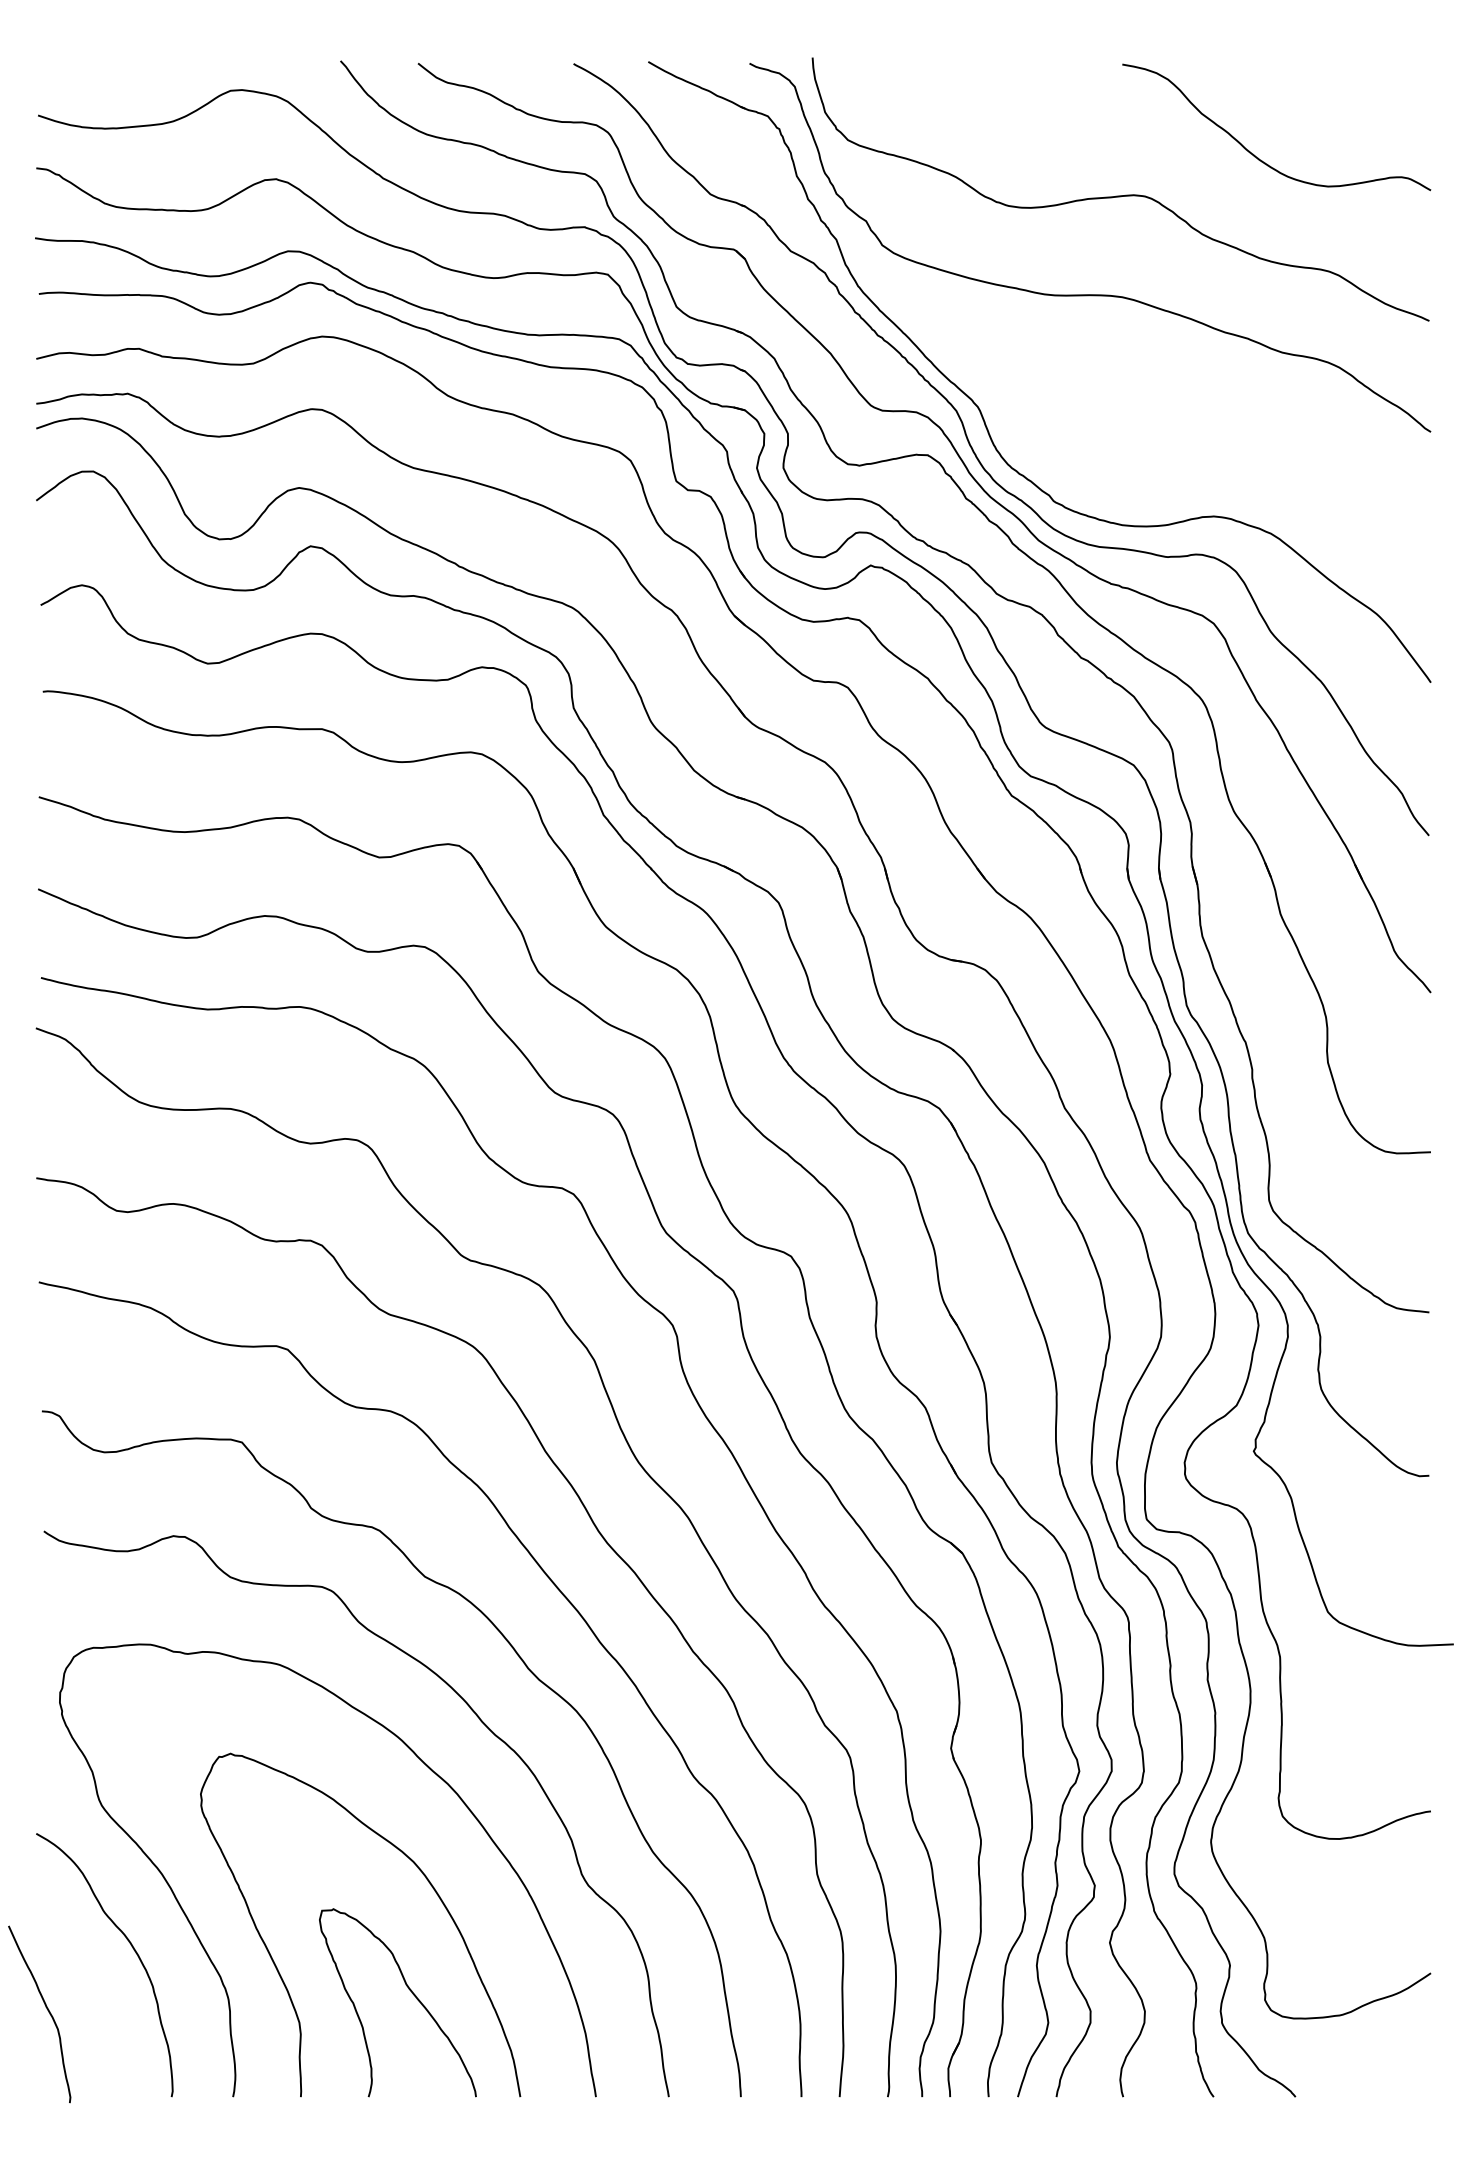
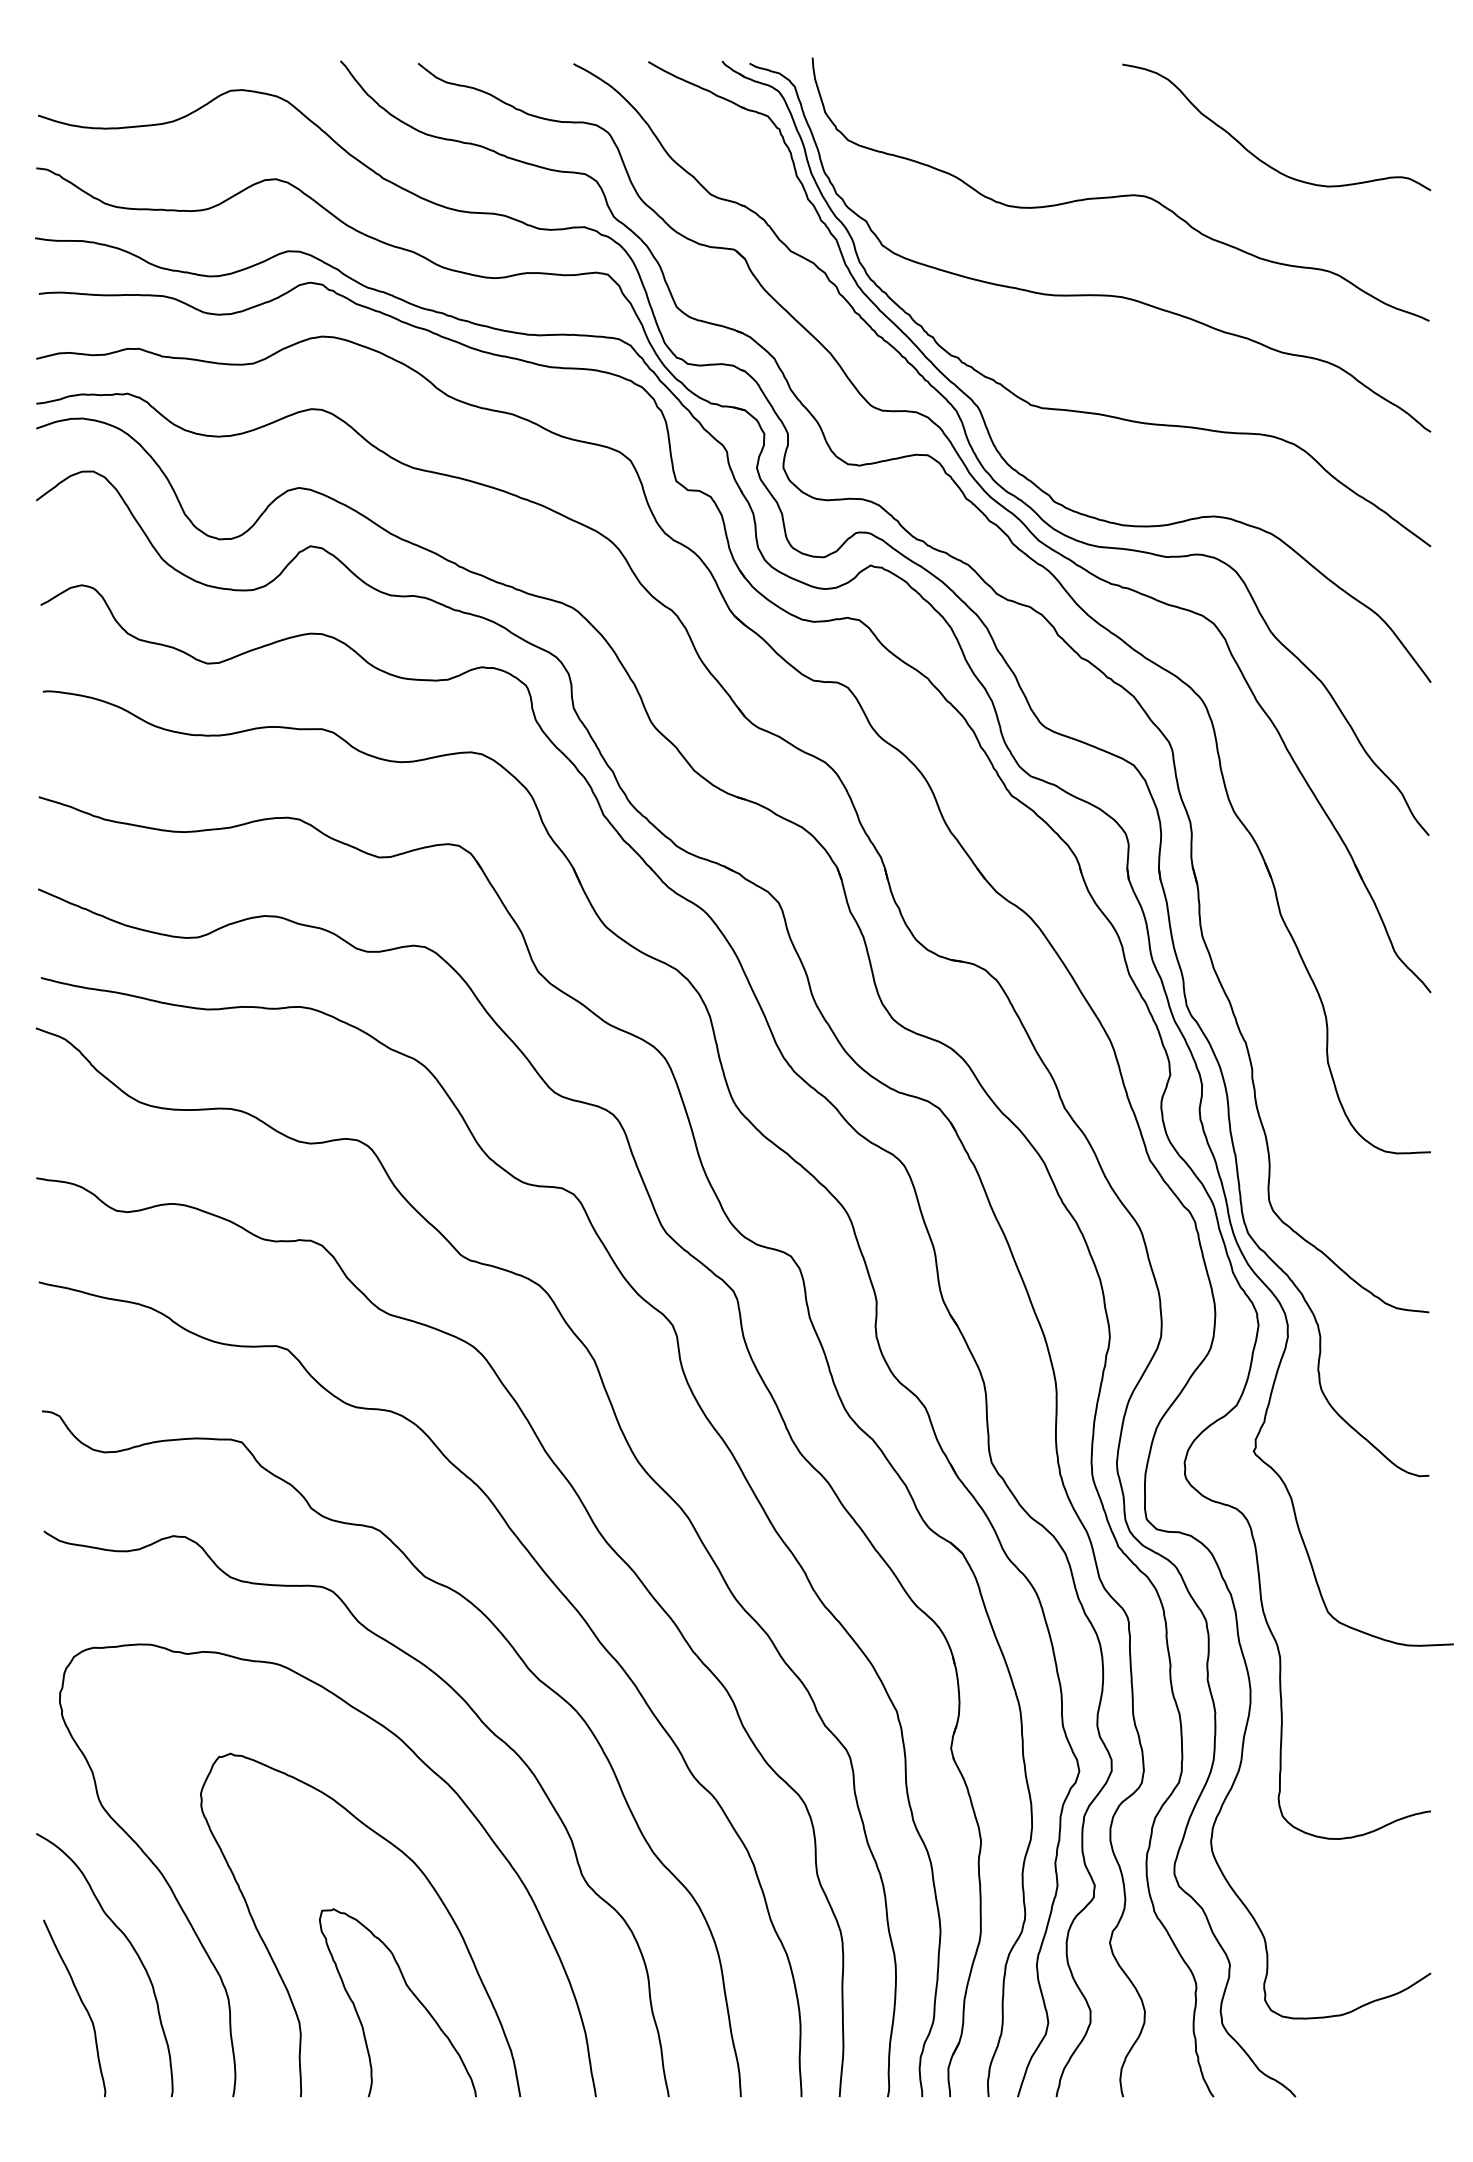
part at (1061, 408): none -> present
curve at (47, 2010) position: (47, 2010) -> (82, 2004)
